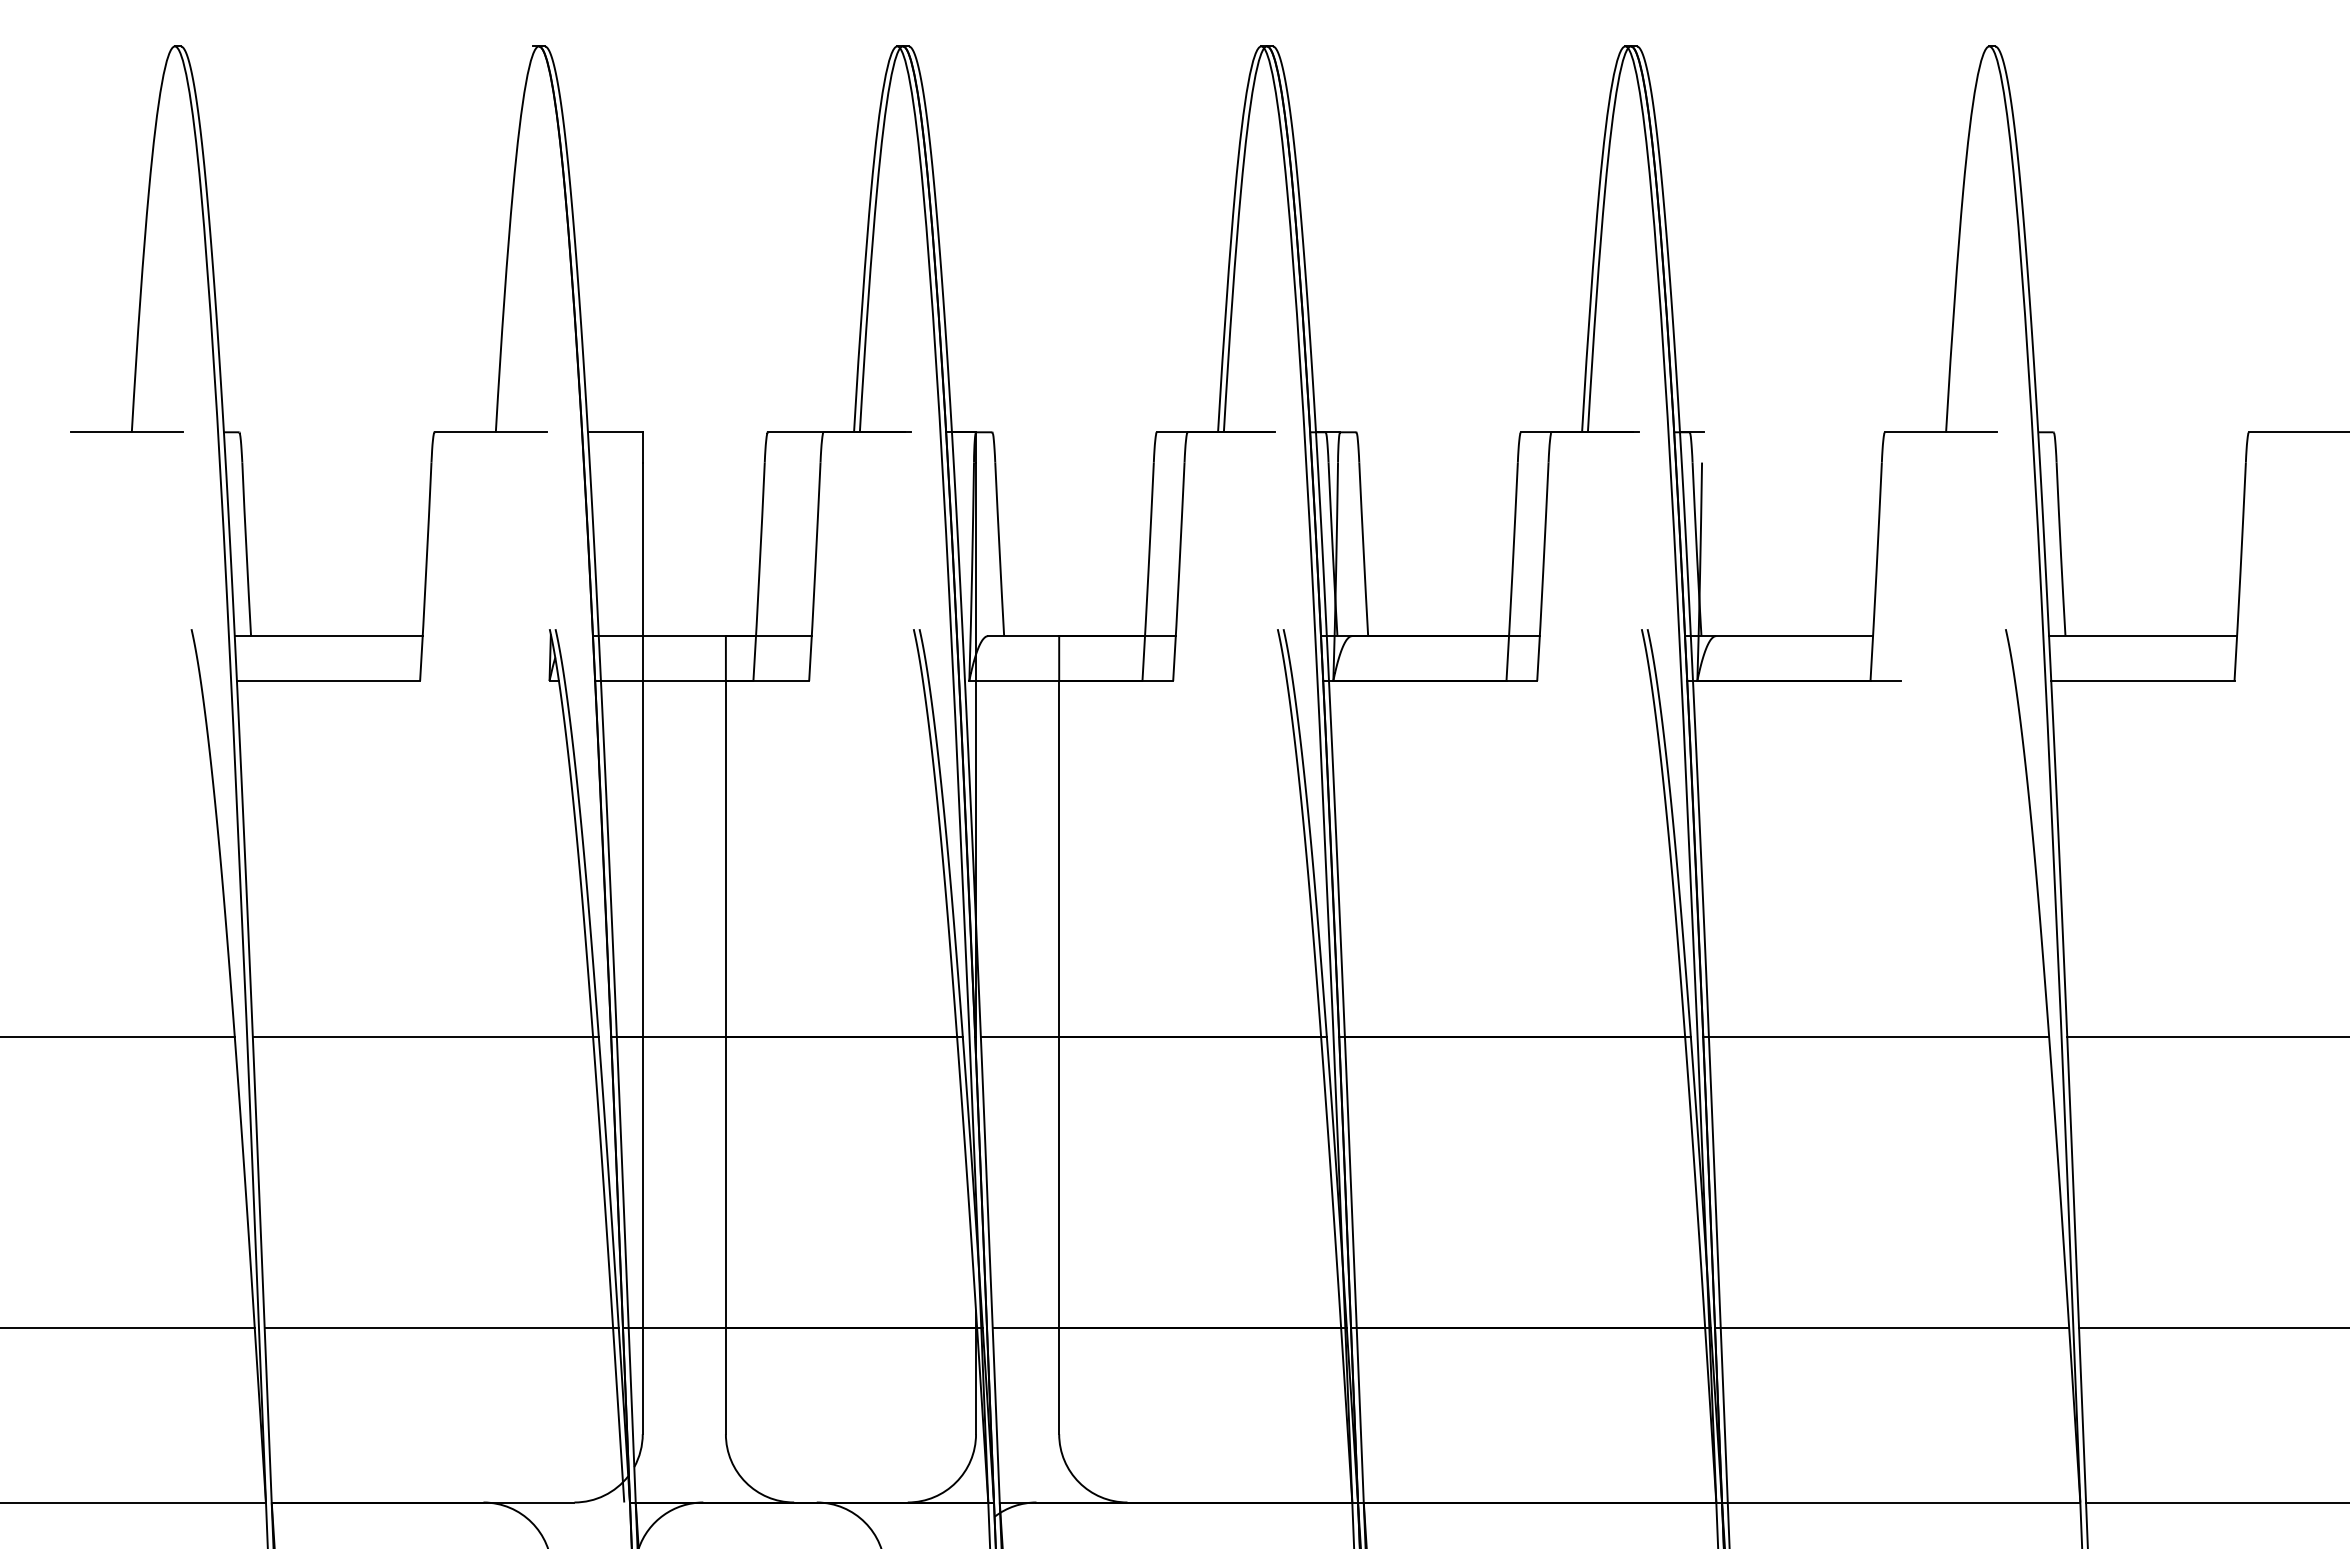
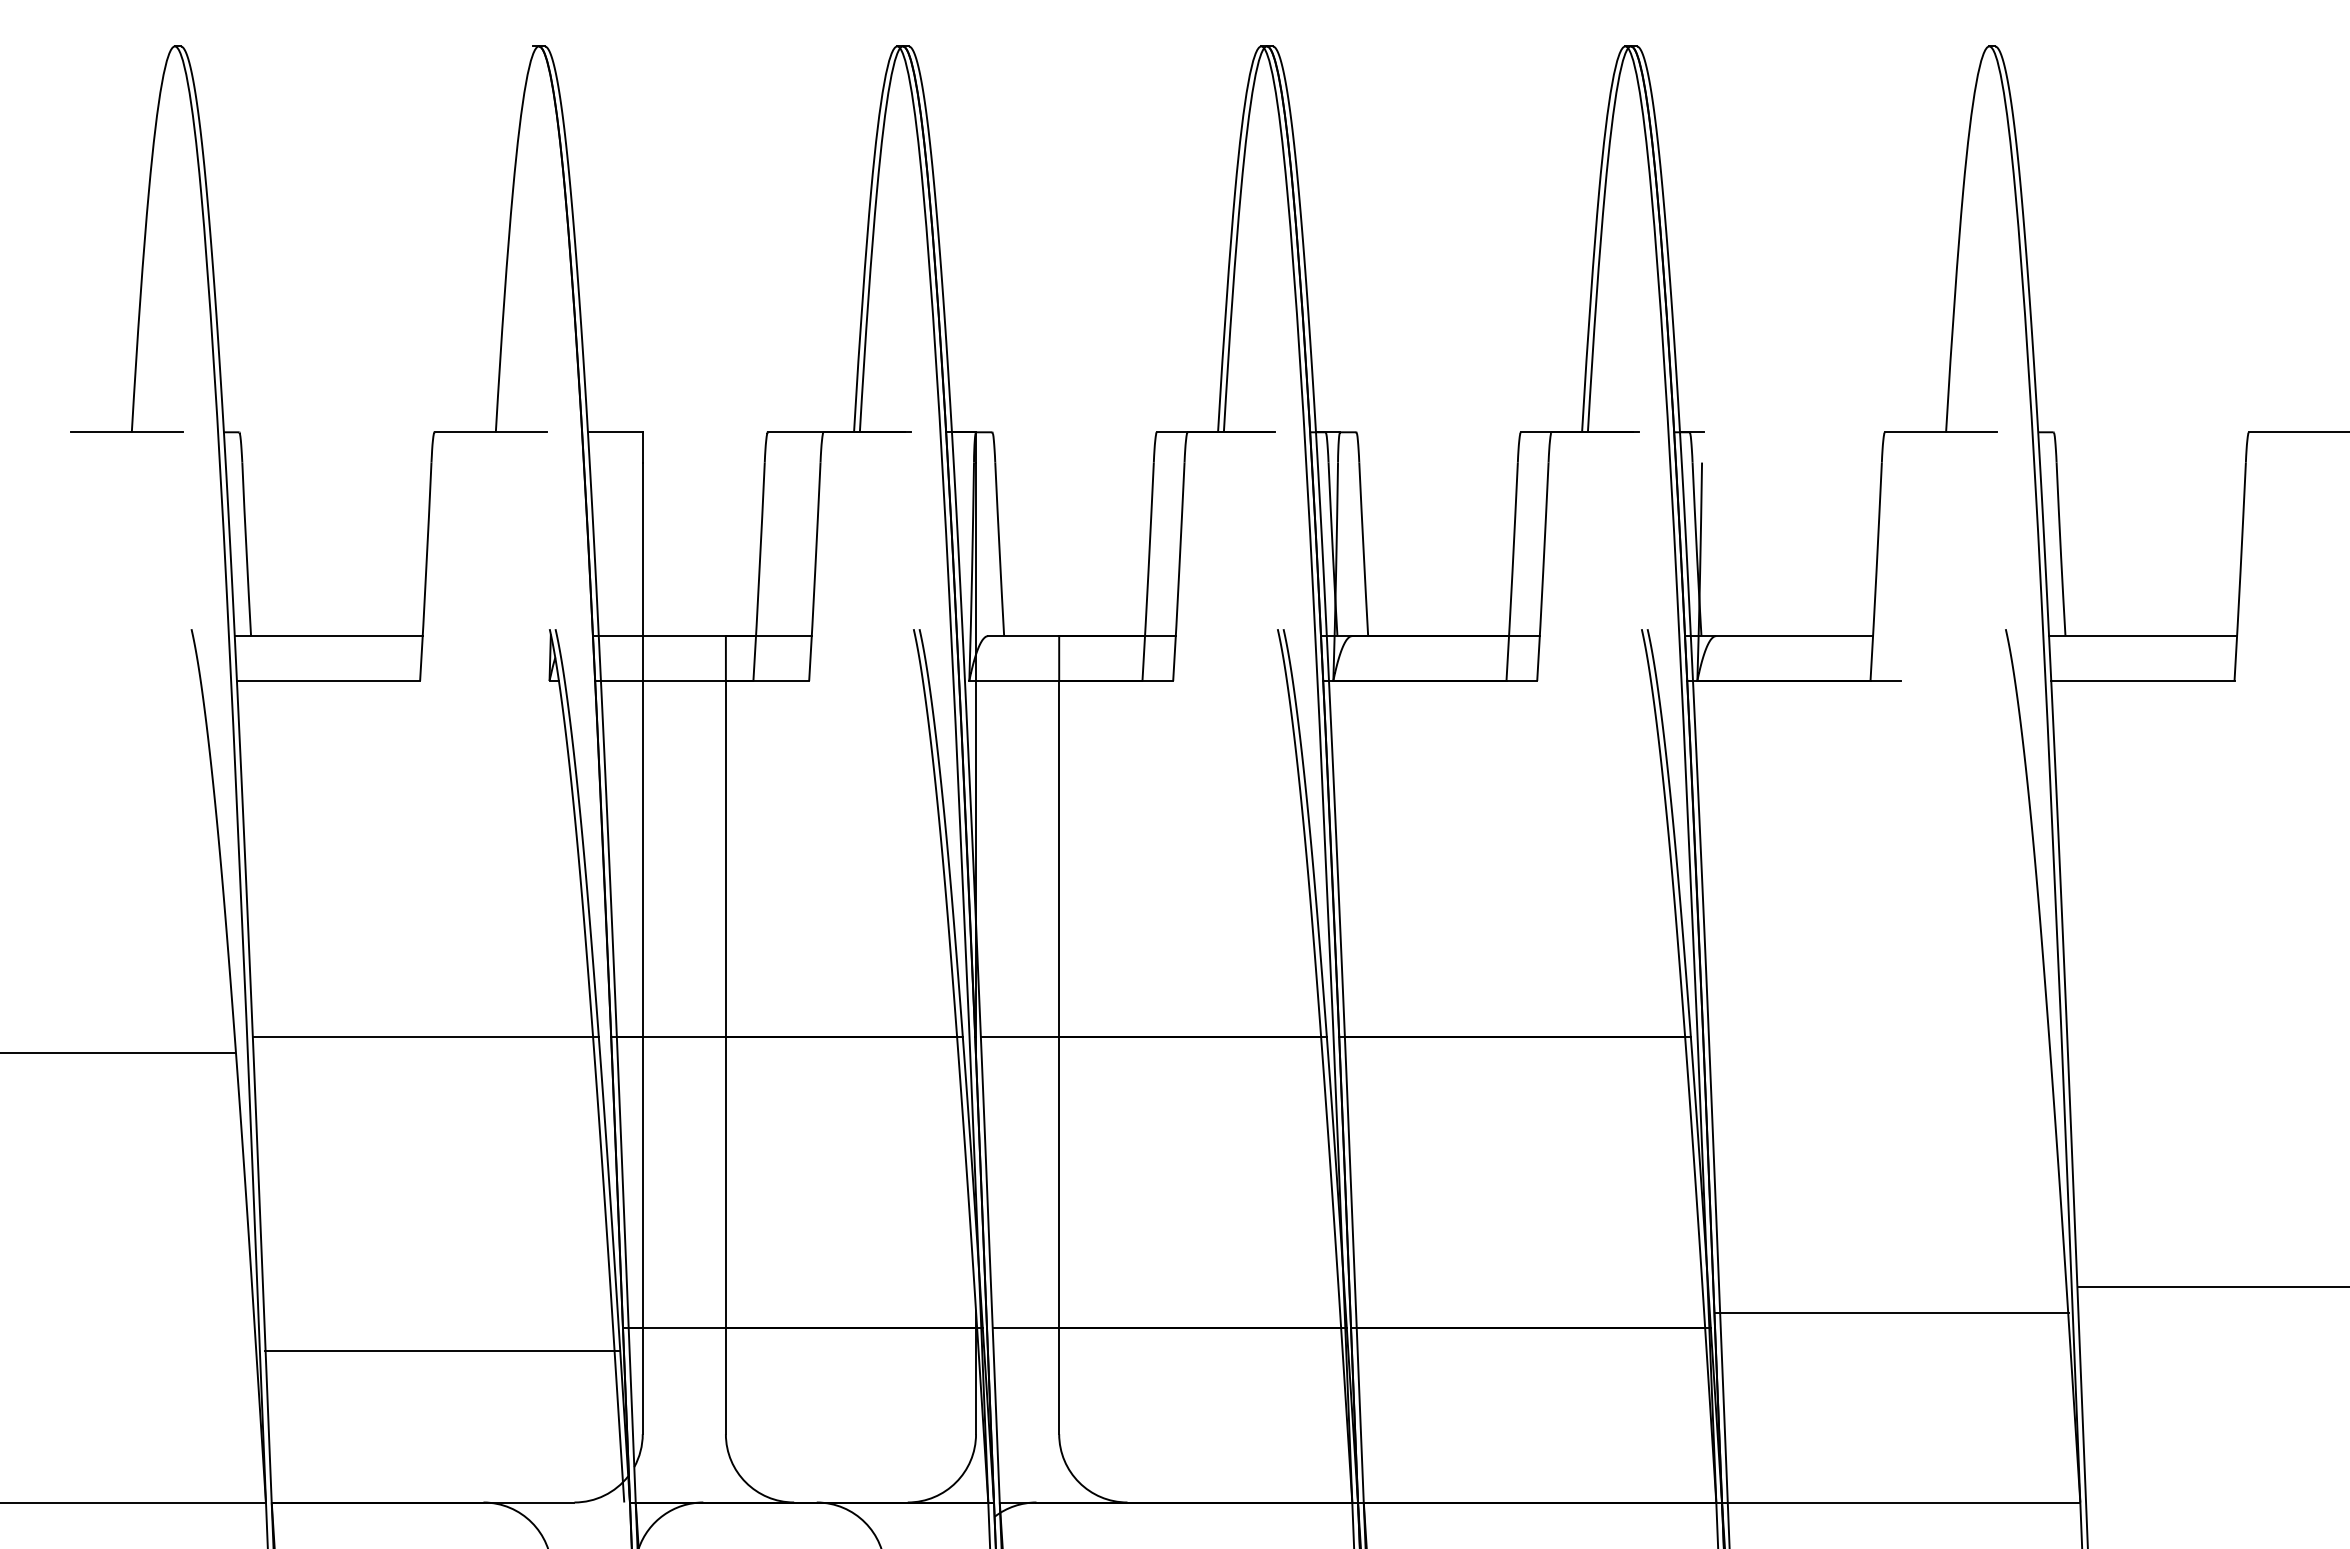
line at (118, 1036) position: (118, 1036) -> (118, 1052)
line at (1876, 1036): present -> none
line at (2206, 1036): present -> none
line at (128, 1327): present -> none
line at (441, 1327) position: (441, 1327) -> (441, 1350)
line at (1892, 1327) position: (1892, 1327) -> (1892, 1312)
line at (2212, 1327) position: (2212, 1327) -> (2212, 1286)
line at (2216, 1502): present -> none
